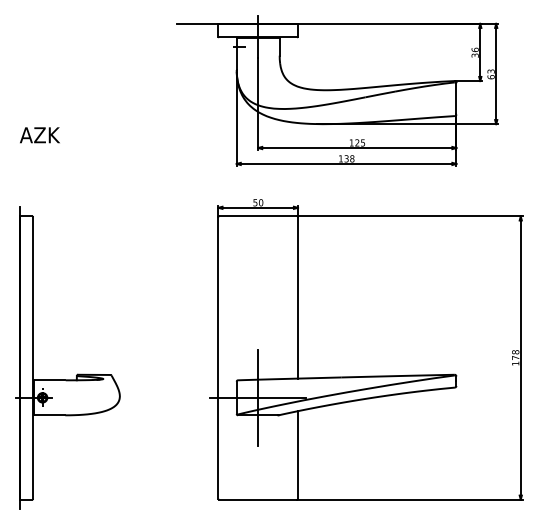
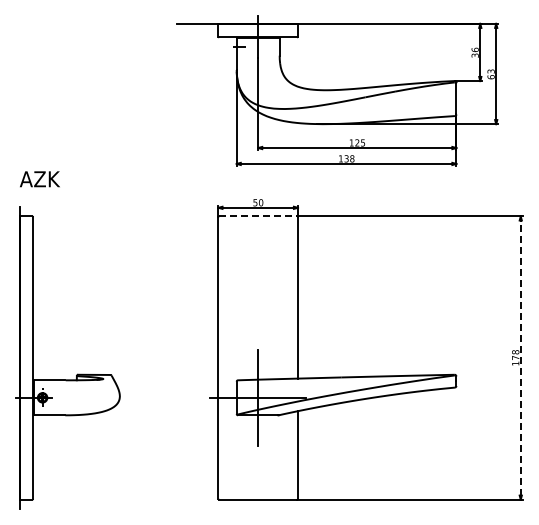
text at (39, 135) position: (39, 135) -> (39, 179)
line at (258, 216): solid -> dashed
line at (520, 357): solid -> dashed
